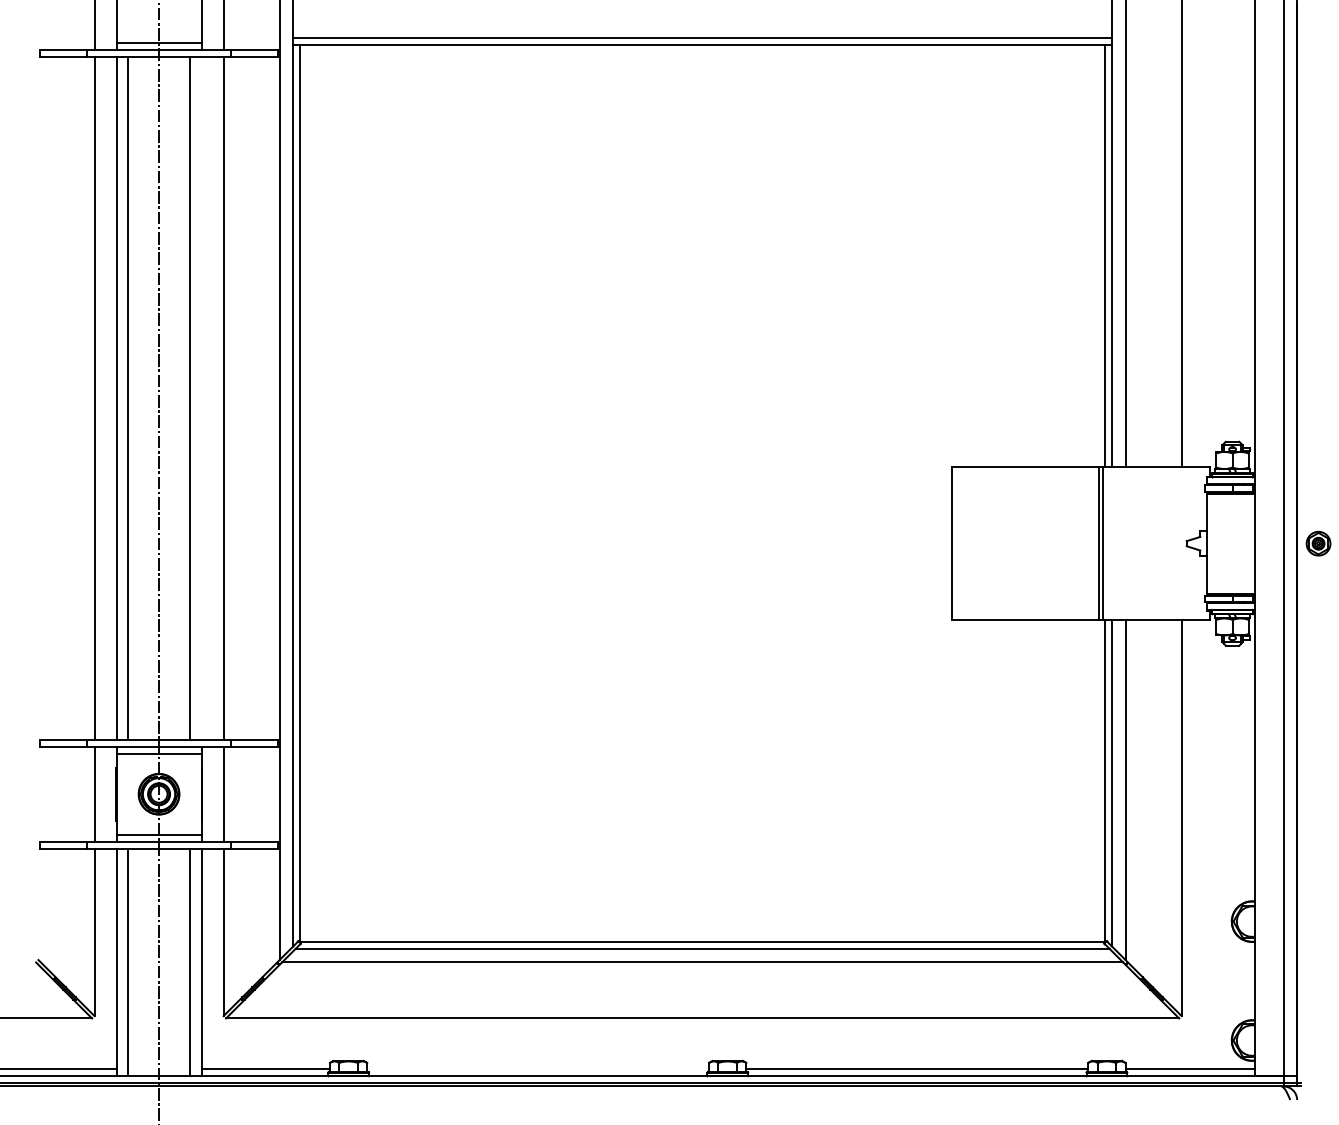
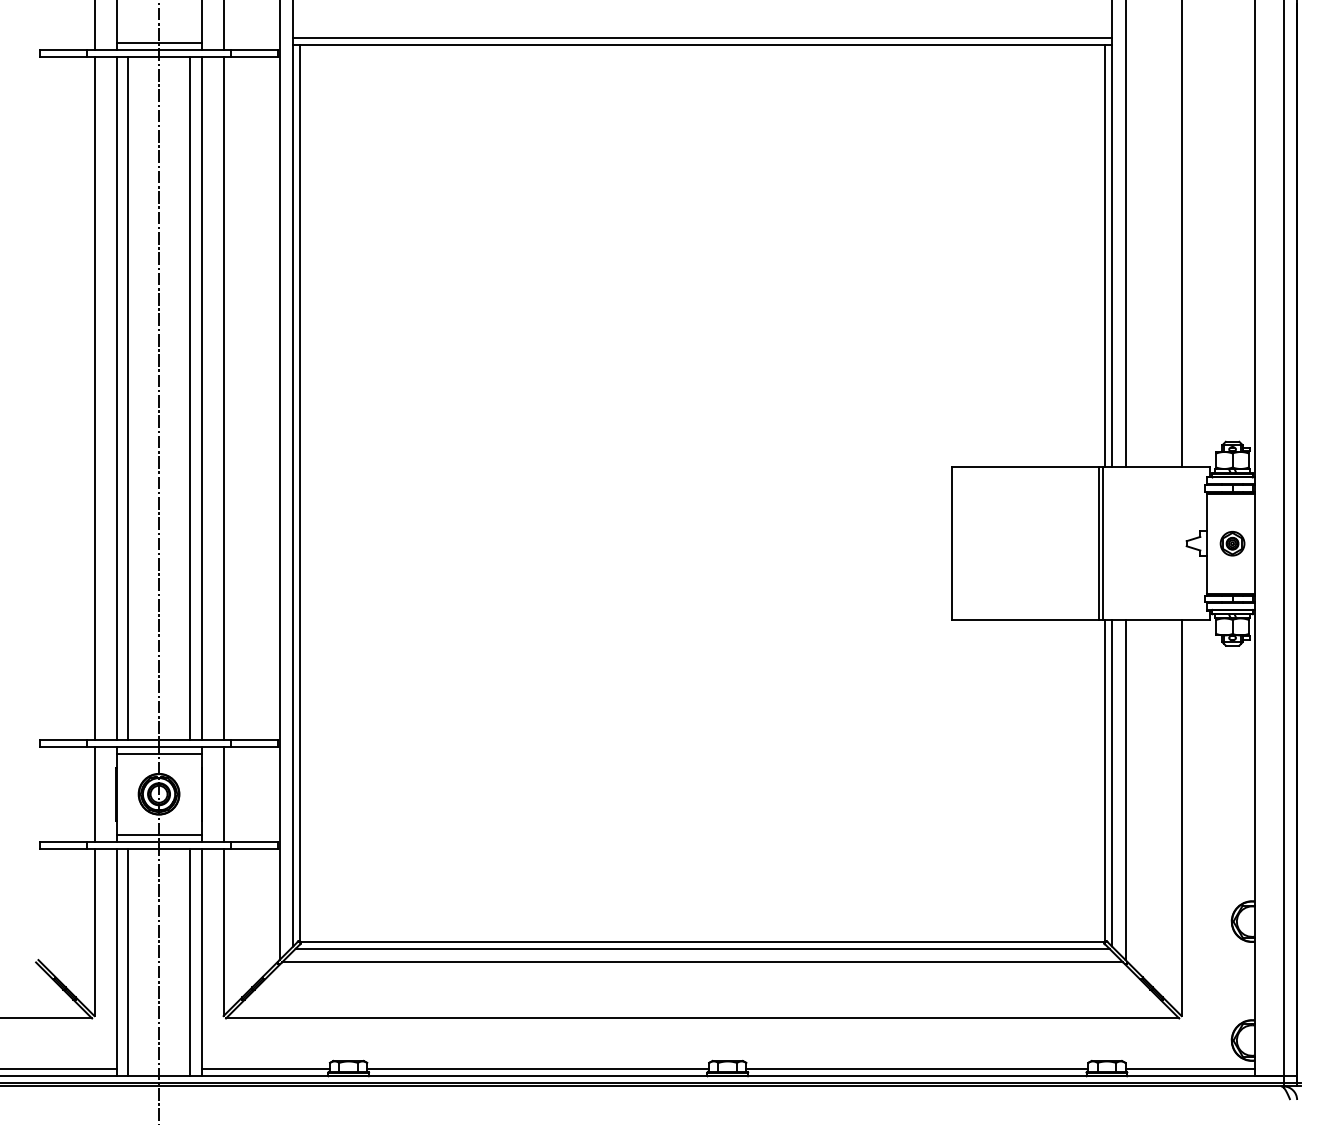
line at (201, 398): none -> present
part at (1318, 543) position: (1318, 543) -> (1232, 543)
line at (538, 1069): none -> present
